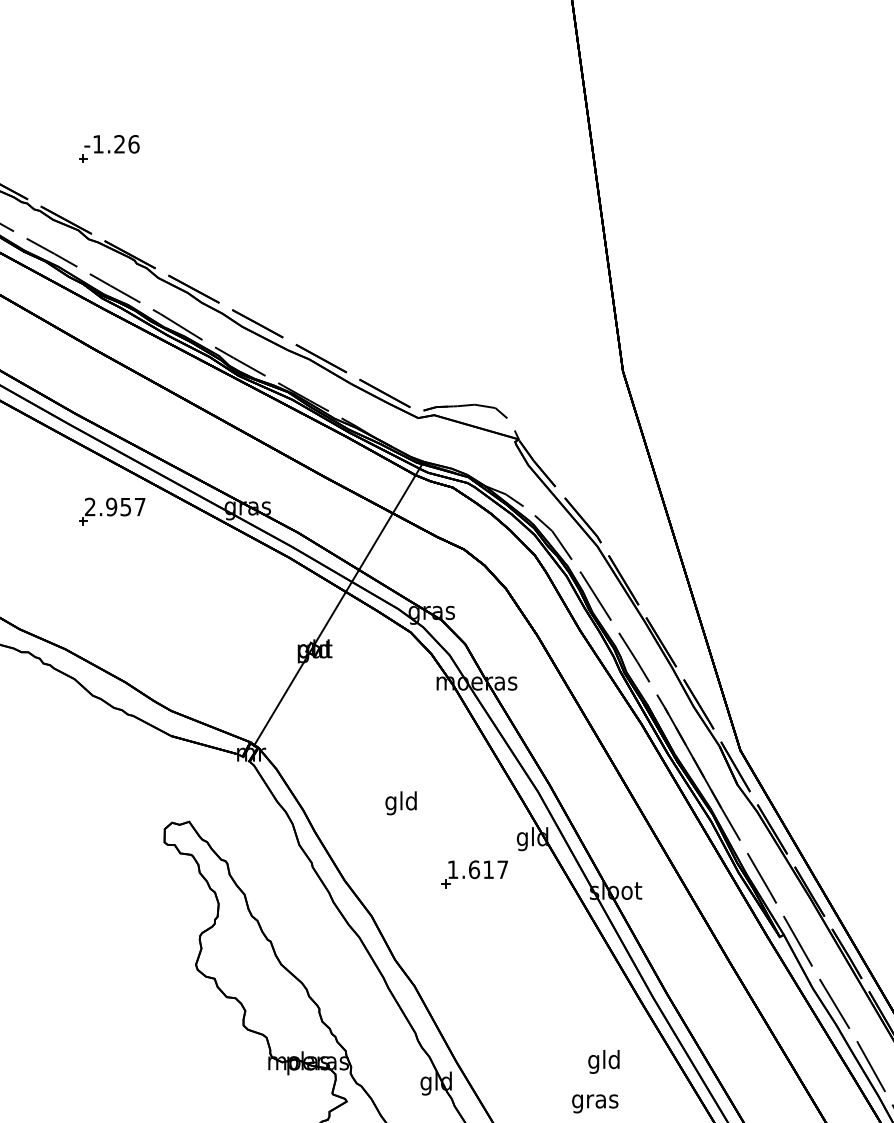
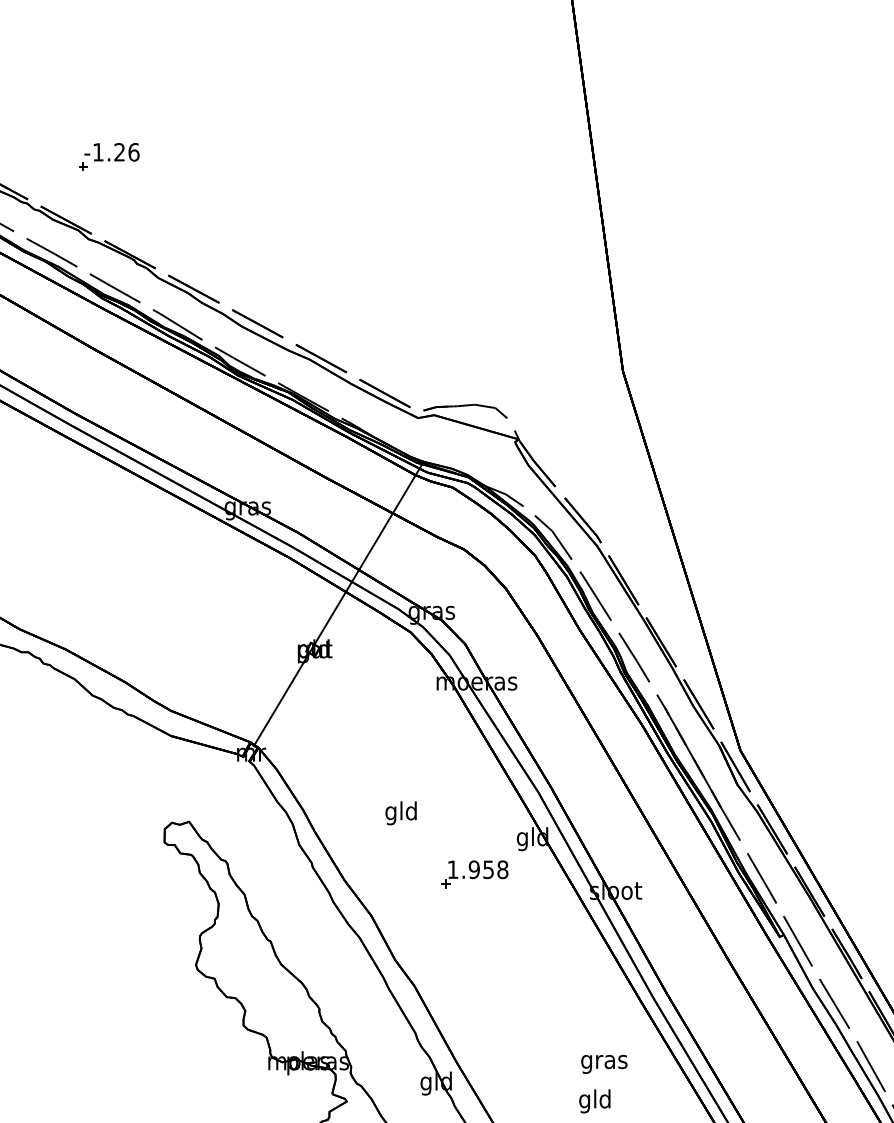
part at (109, 148) position: (109, 148) -> (109, 156)
part at (112, 511): present -> none
text at (400, 803) position: (400, 803) -> (400, 813)
text at (488, 869): 1.617 -> 1.958
text at (604, 1061): gld -> gras
text at (595, 1101): gras -> gld
